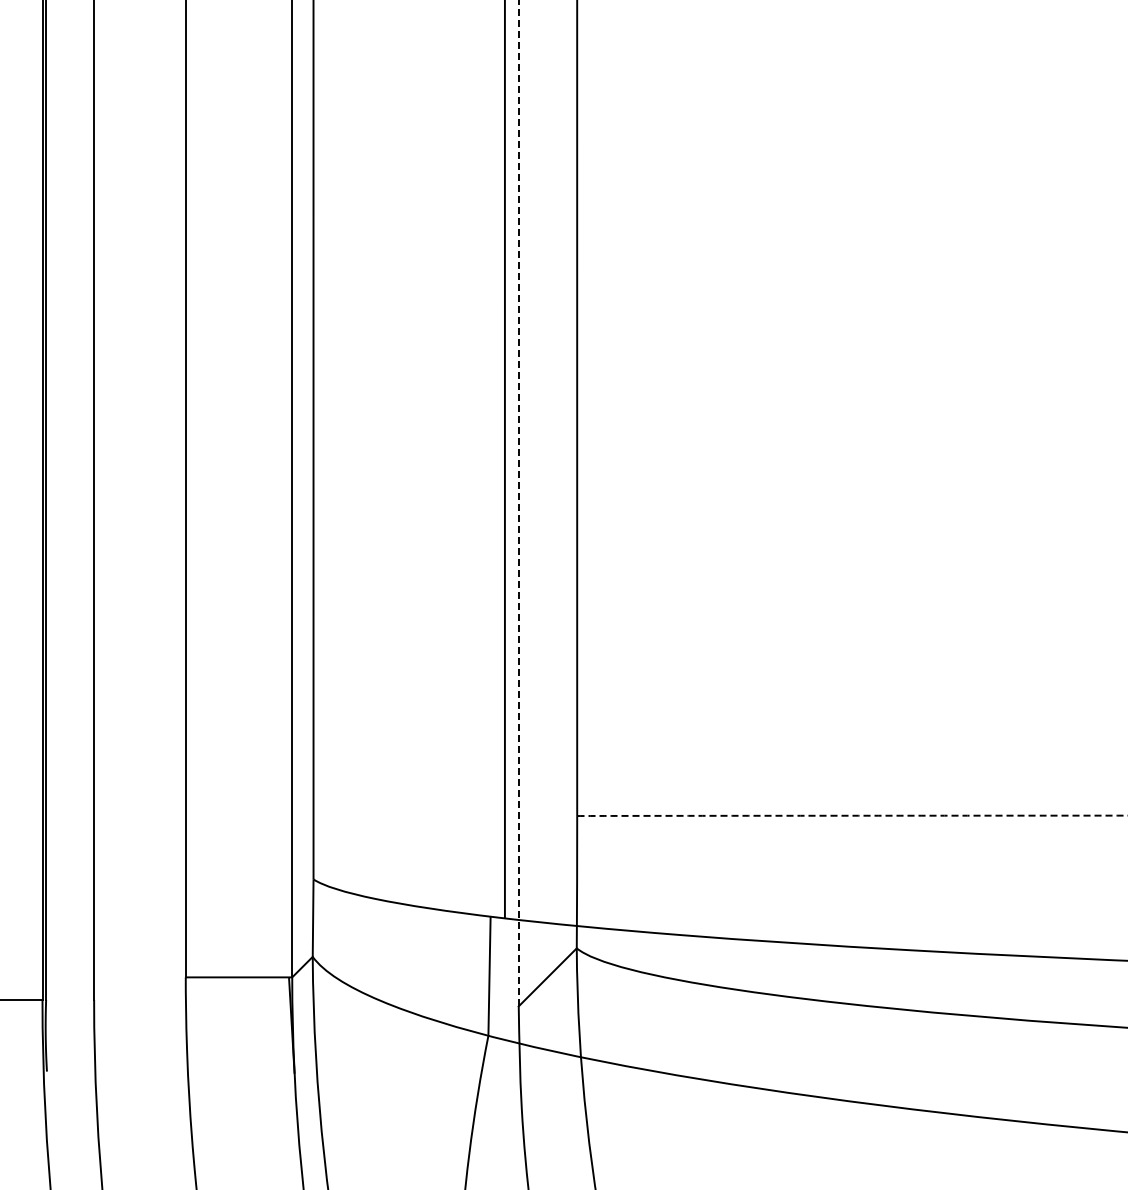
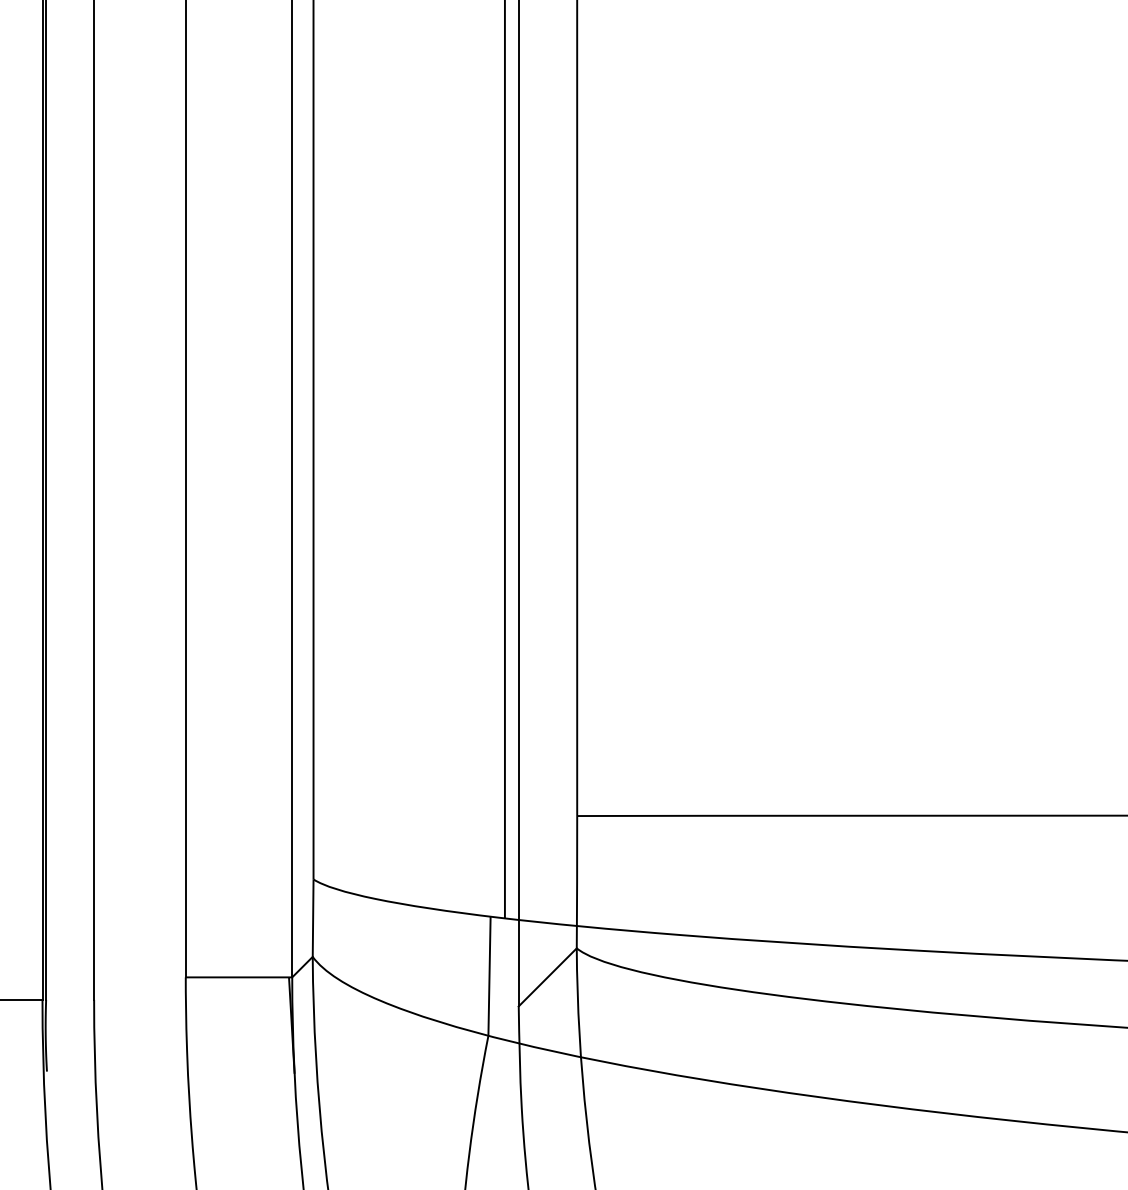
line at (518, 503): dashed -> solid
arc at (844, 815): dashed -> solid
